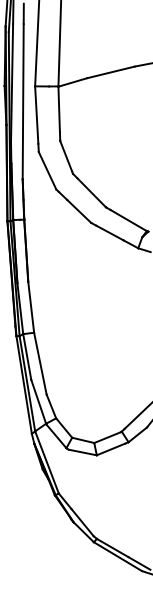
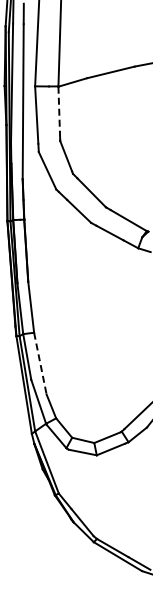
line at (59, 109): solid -> dashed
line at (40, 363): solid -> dashed
